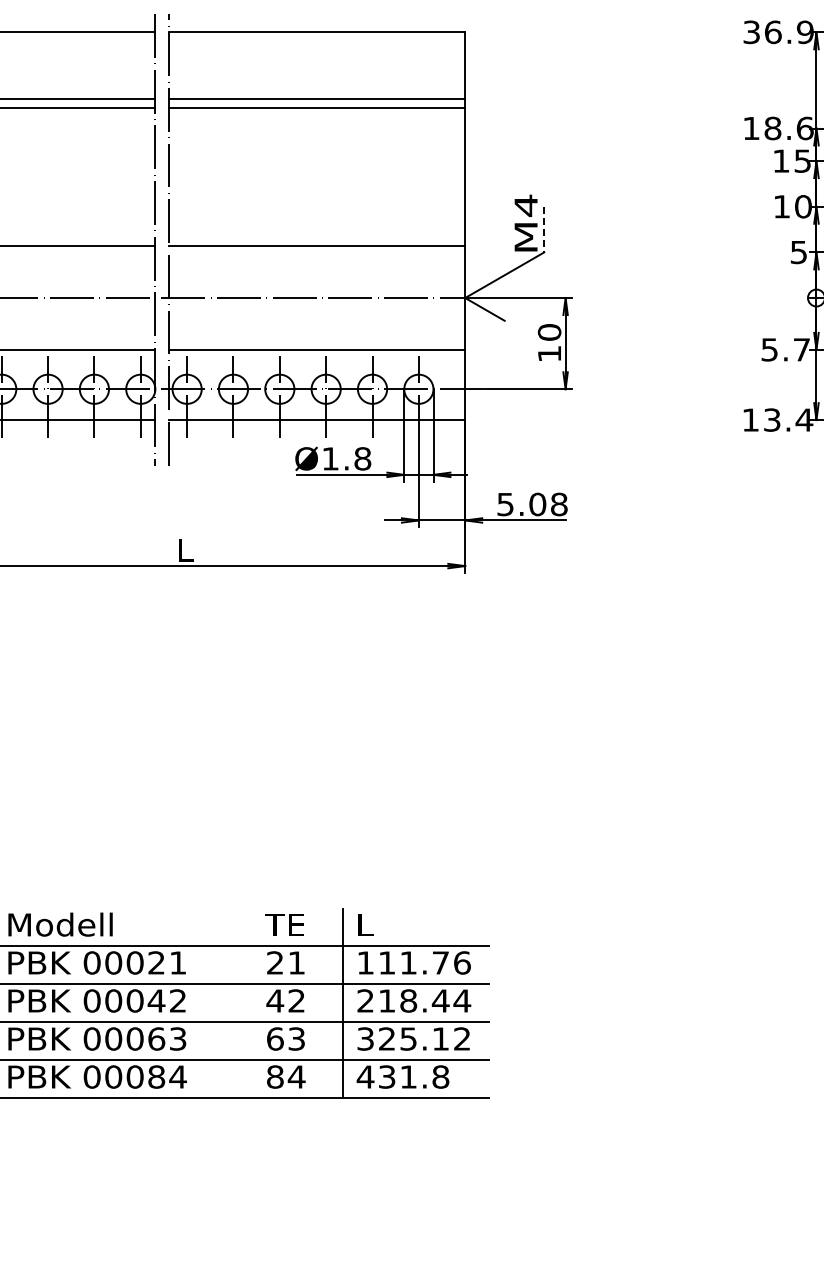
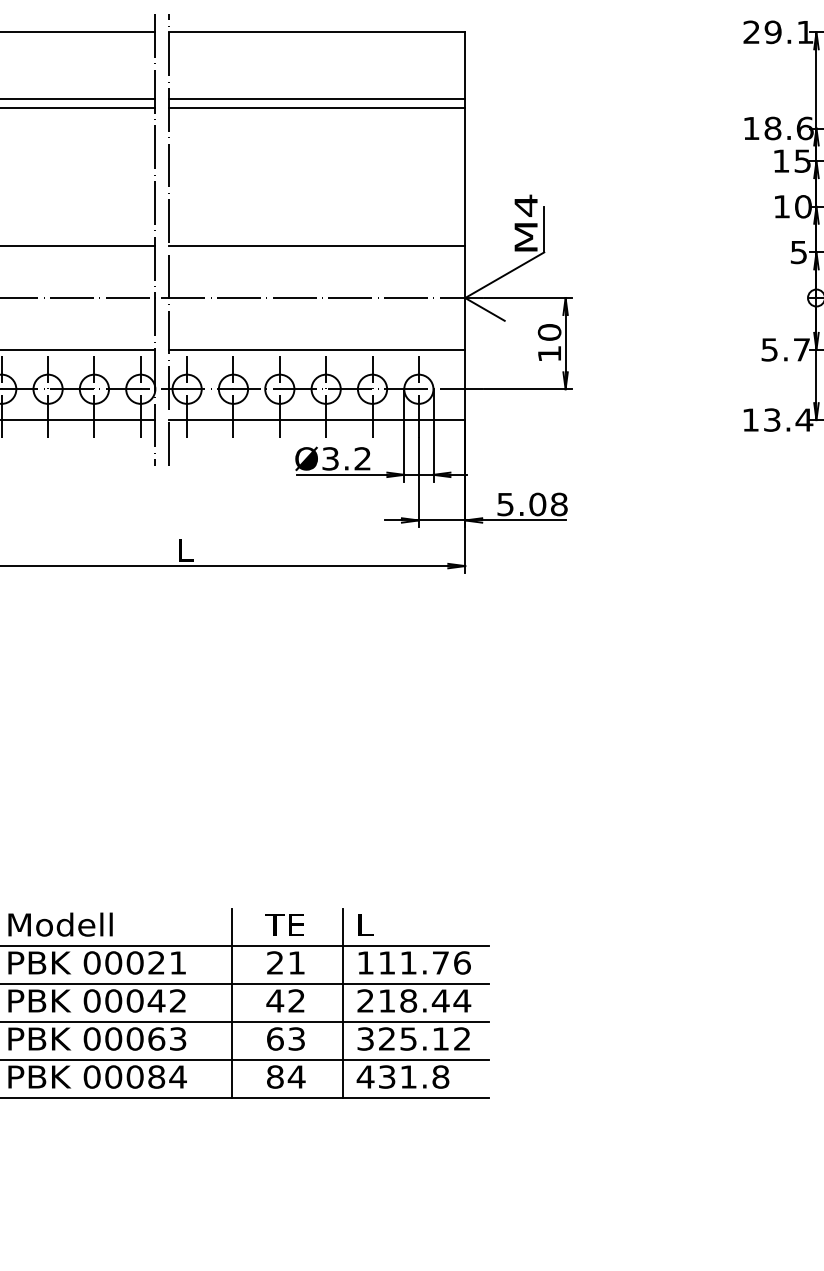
text at (778, 32): 36.9 -> 29.1
line at (544, 229): dashed -> solid
text at (346, 458): Ø1.8 -> Ø3.2
line at (232, 1003): none -> present
